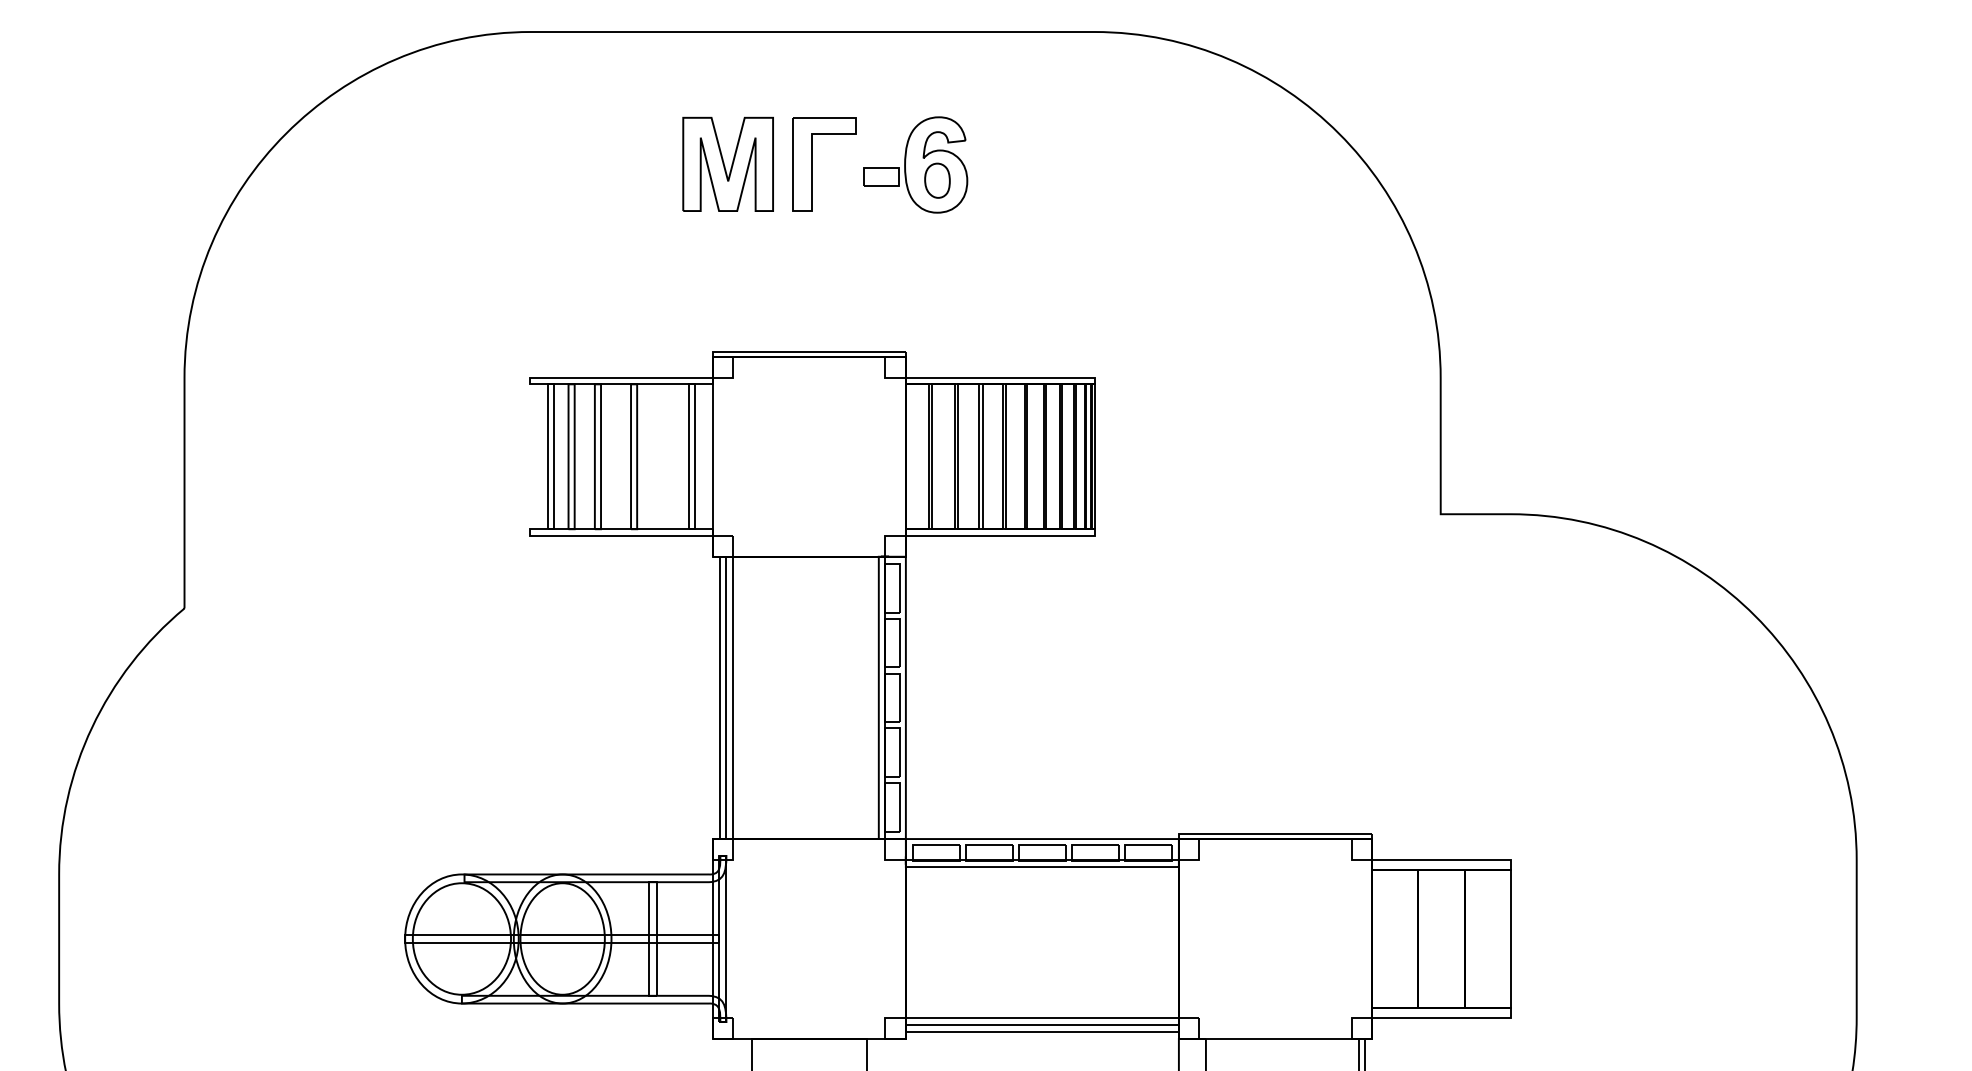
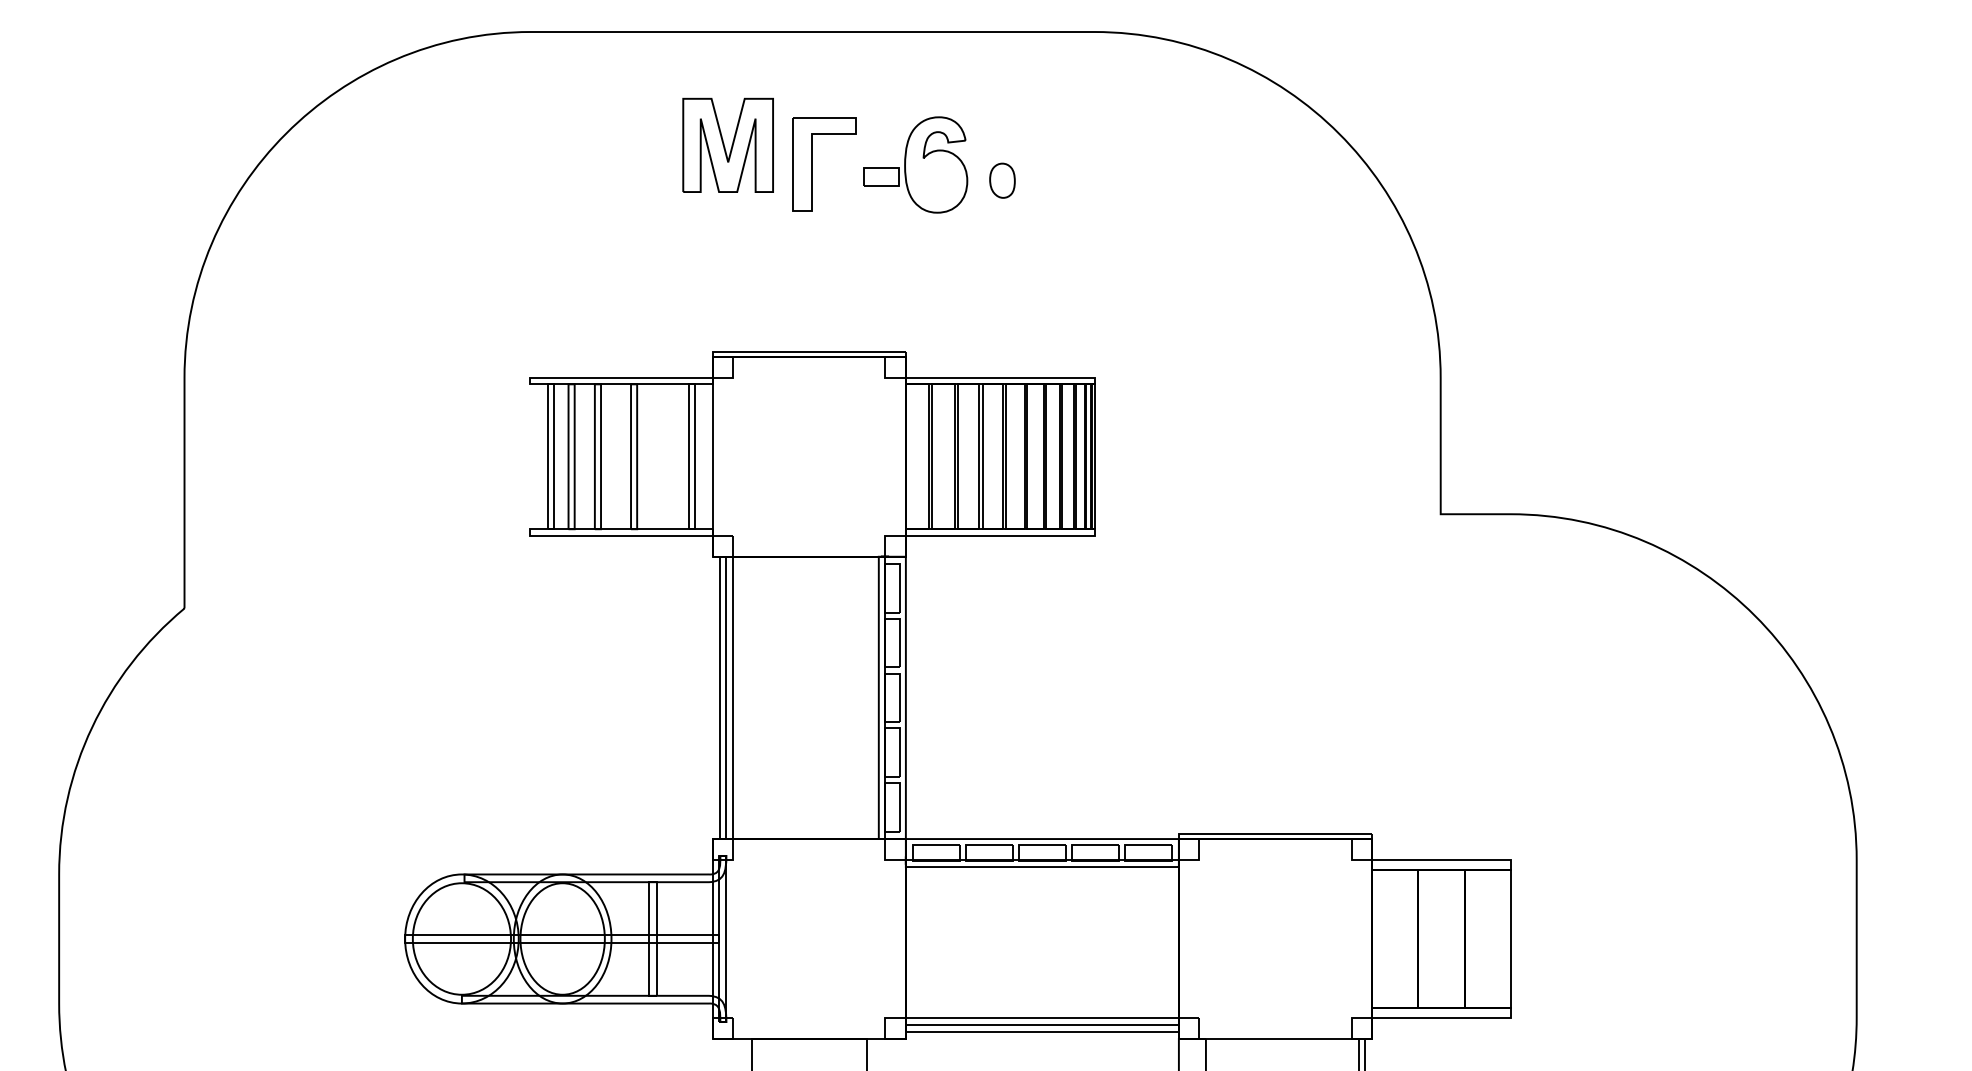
part at (727, 163) position: (727, 163) -> (727, 144)
part at (937, 180) position: (937, 180) -> (1002, 180)
